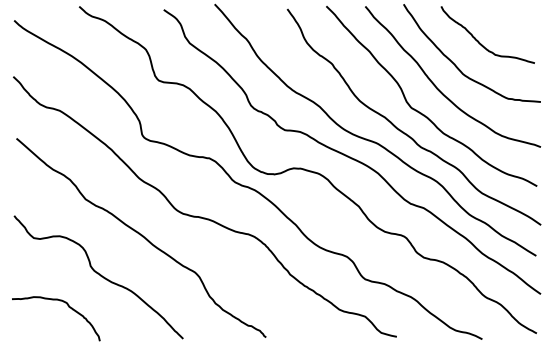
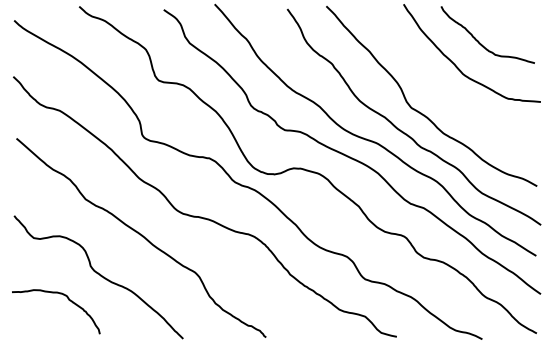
curve at (439, 89): present -> none
curve at (68, 307) position: (68, 307) -> (68, 300)
